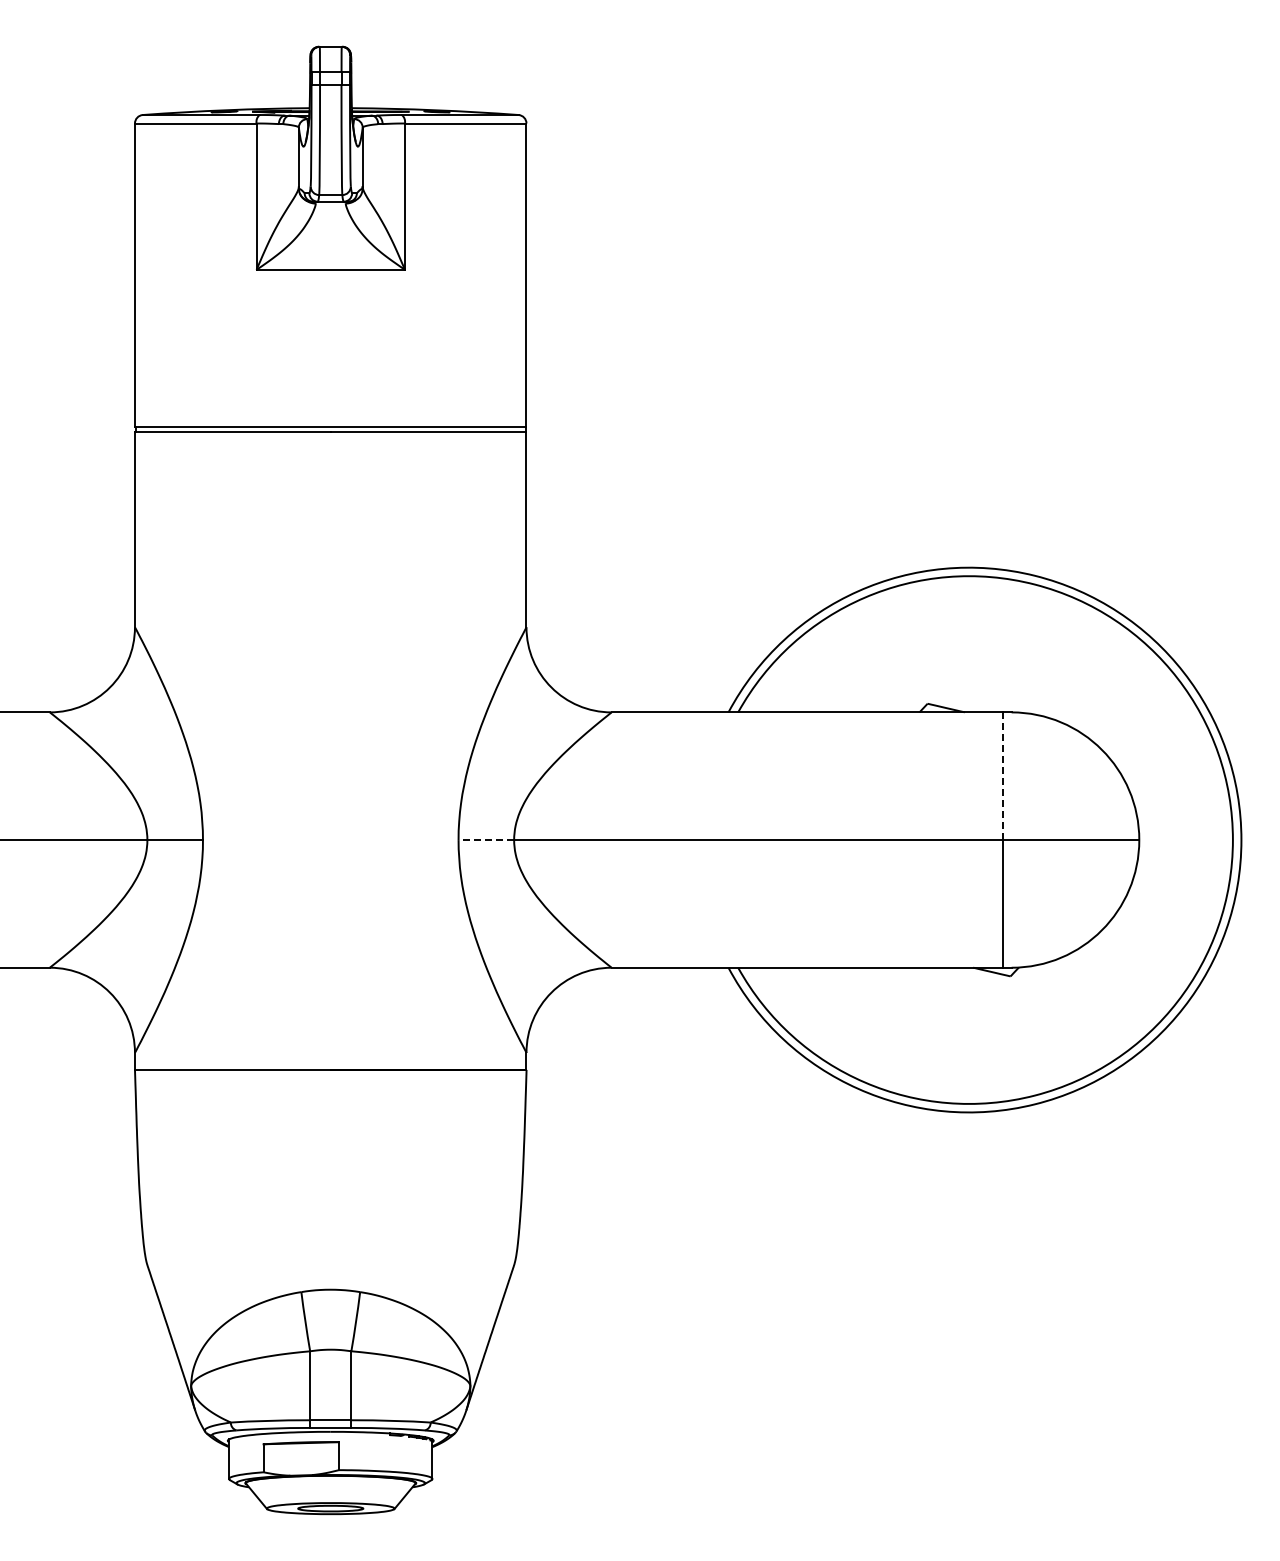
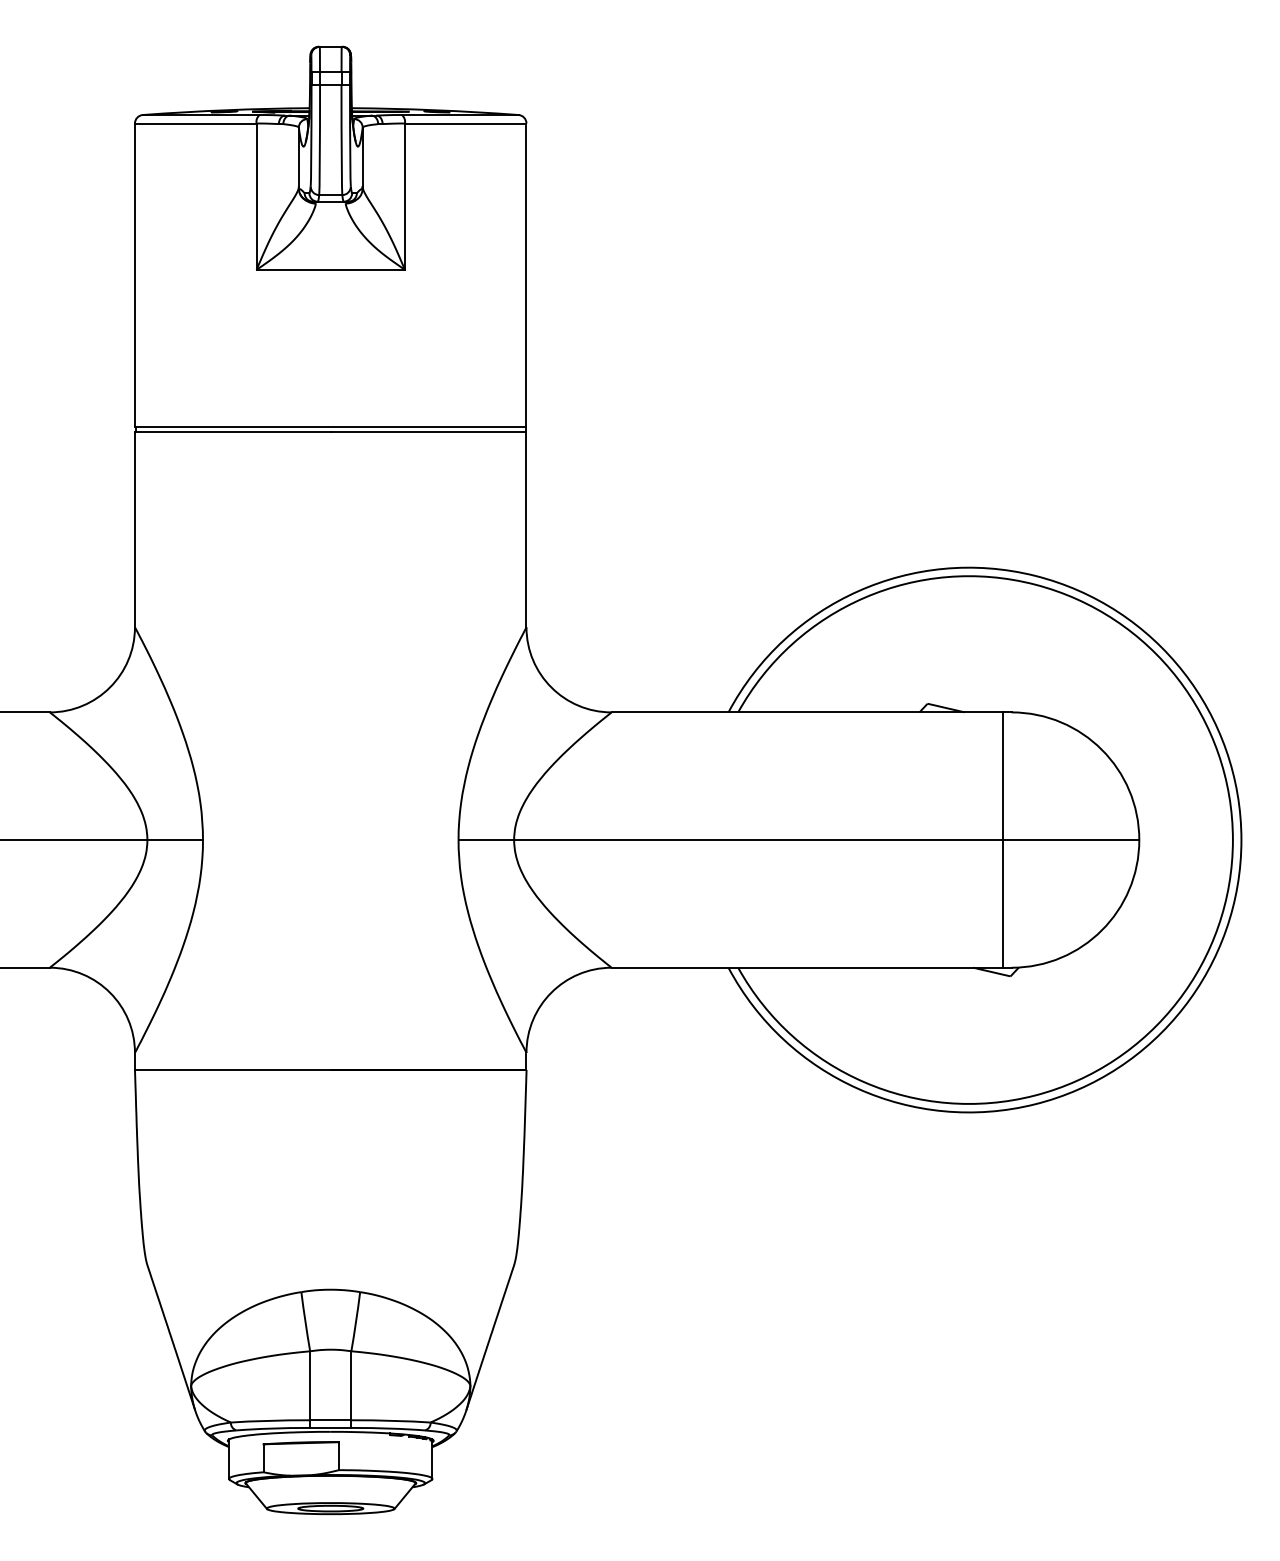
line at (1003, 776): dashed -> solid
line at (486, 840): dashed -> solid
